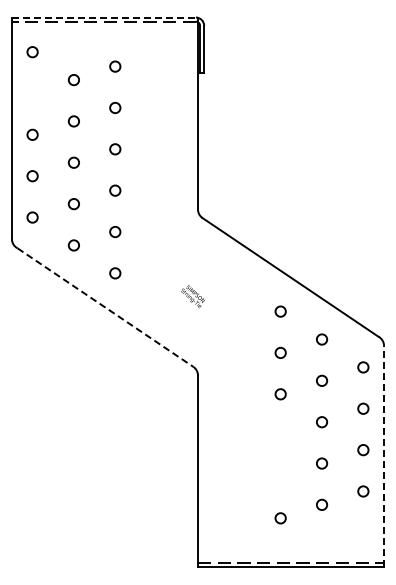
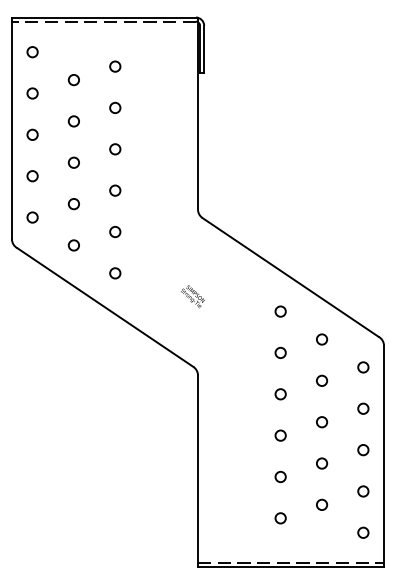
line at (103, 17): dashed -> solid
circle at (32, 93): none -> present
line at (105, 307): dashed -> solid
circle at (280, 435): none -> present
line at (384, 456): dashed -> solid
circle at (280, 476): none -> present
circle at (363, 532): none -> present
